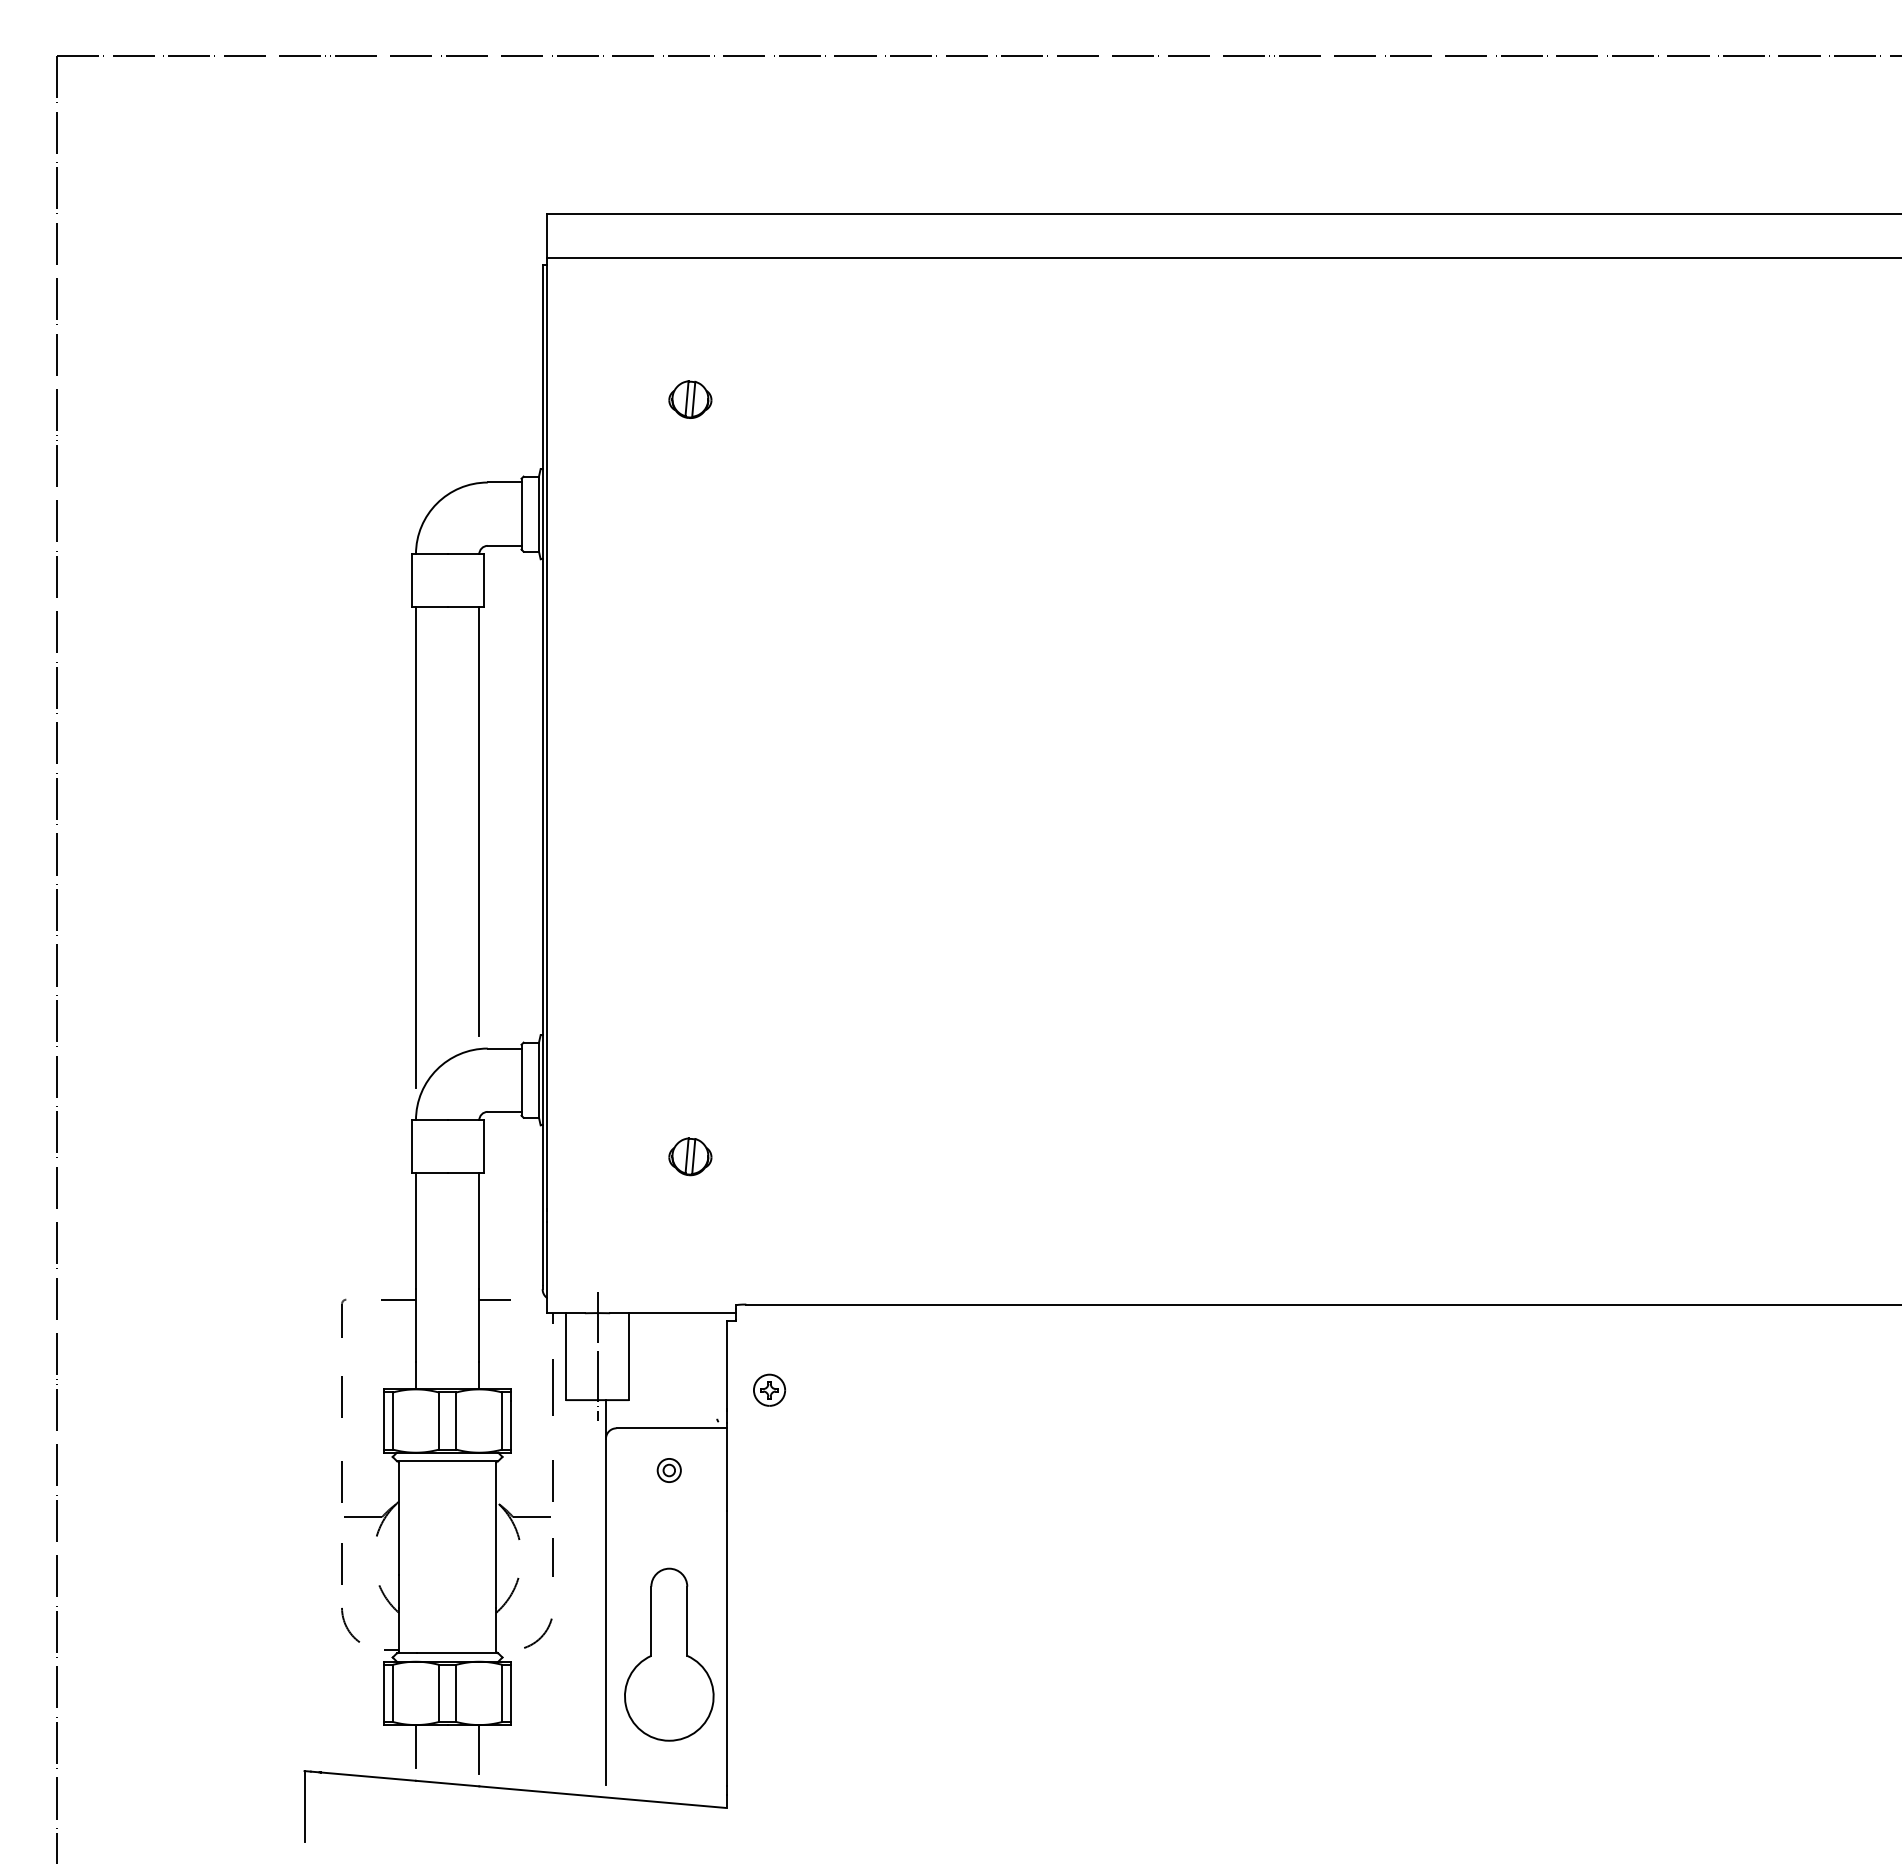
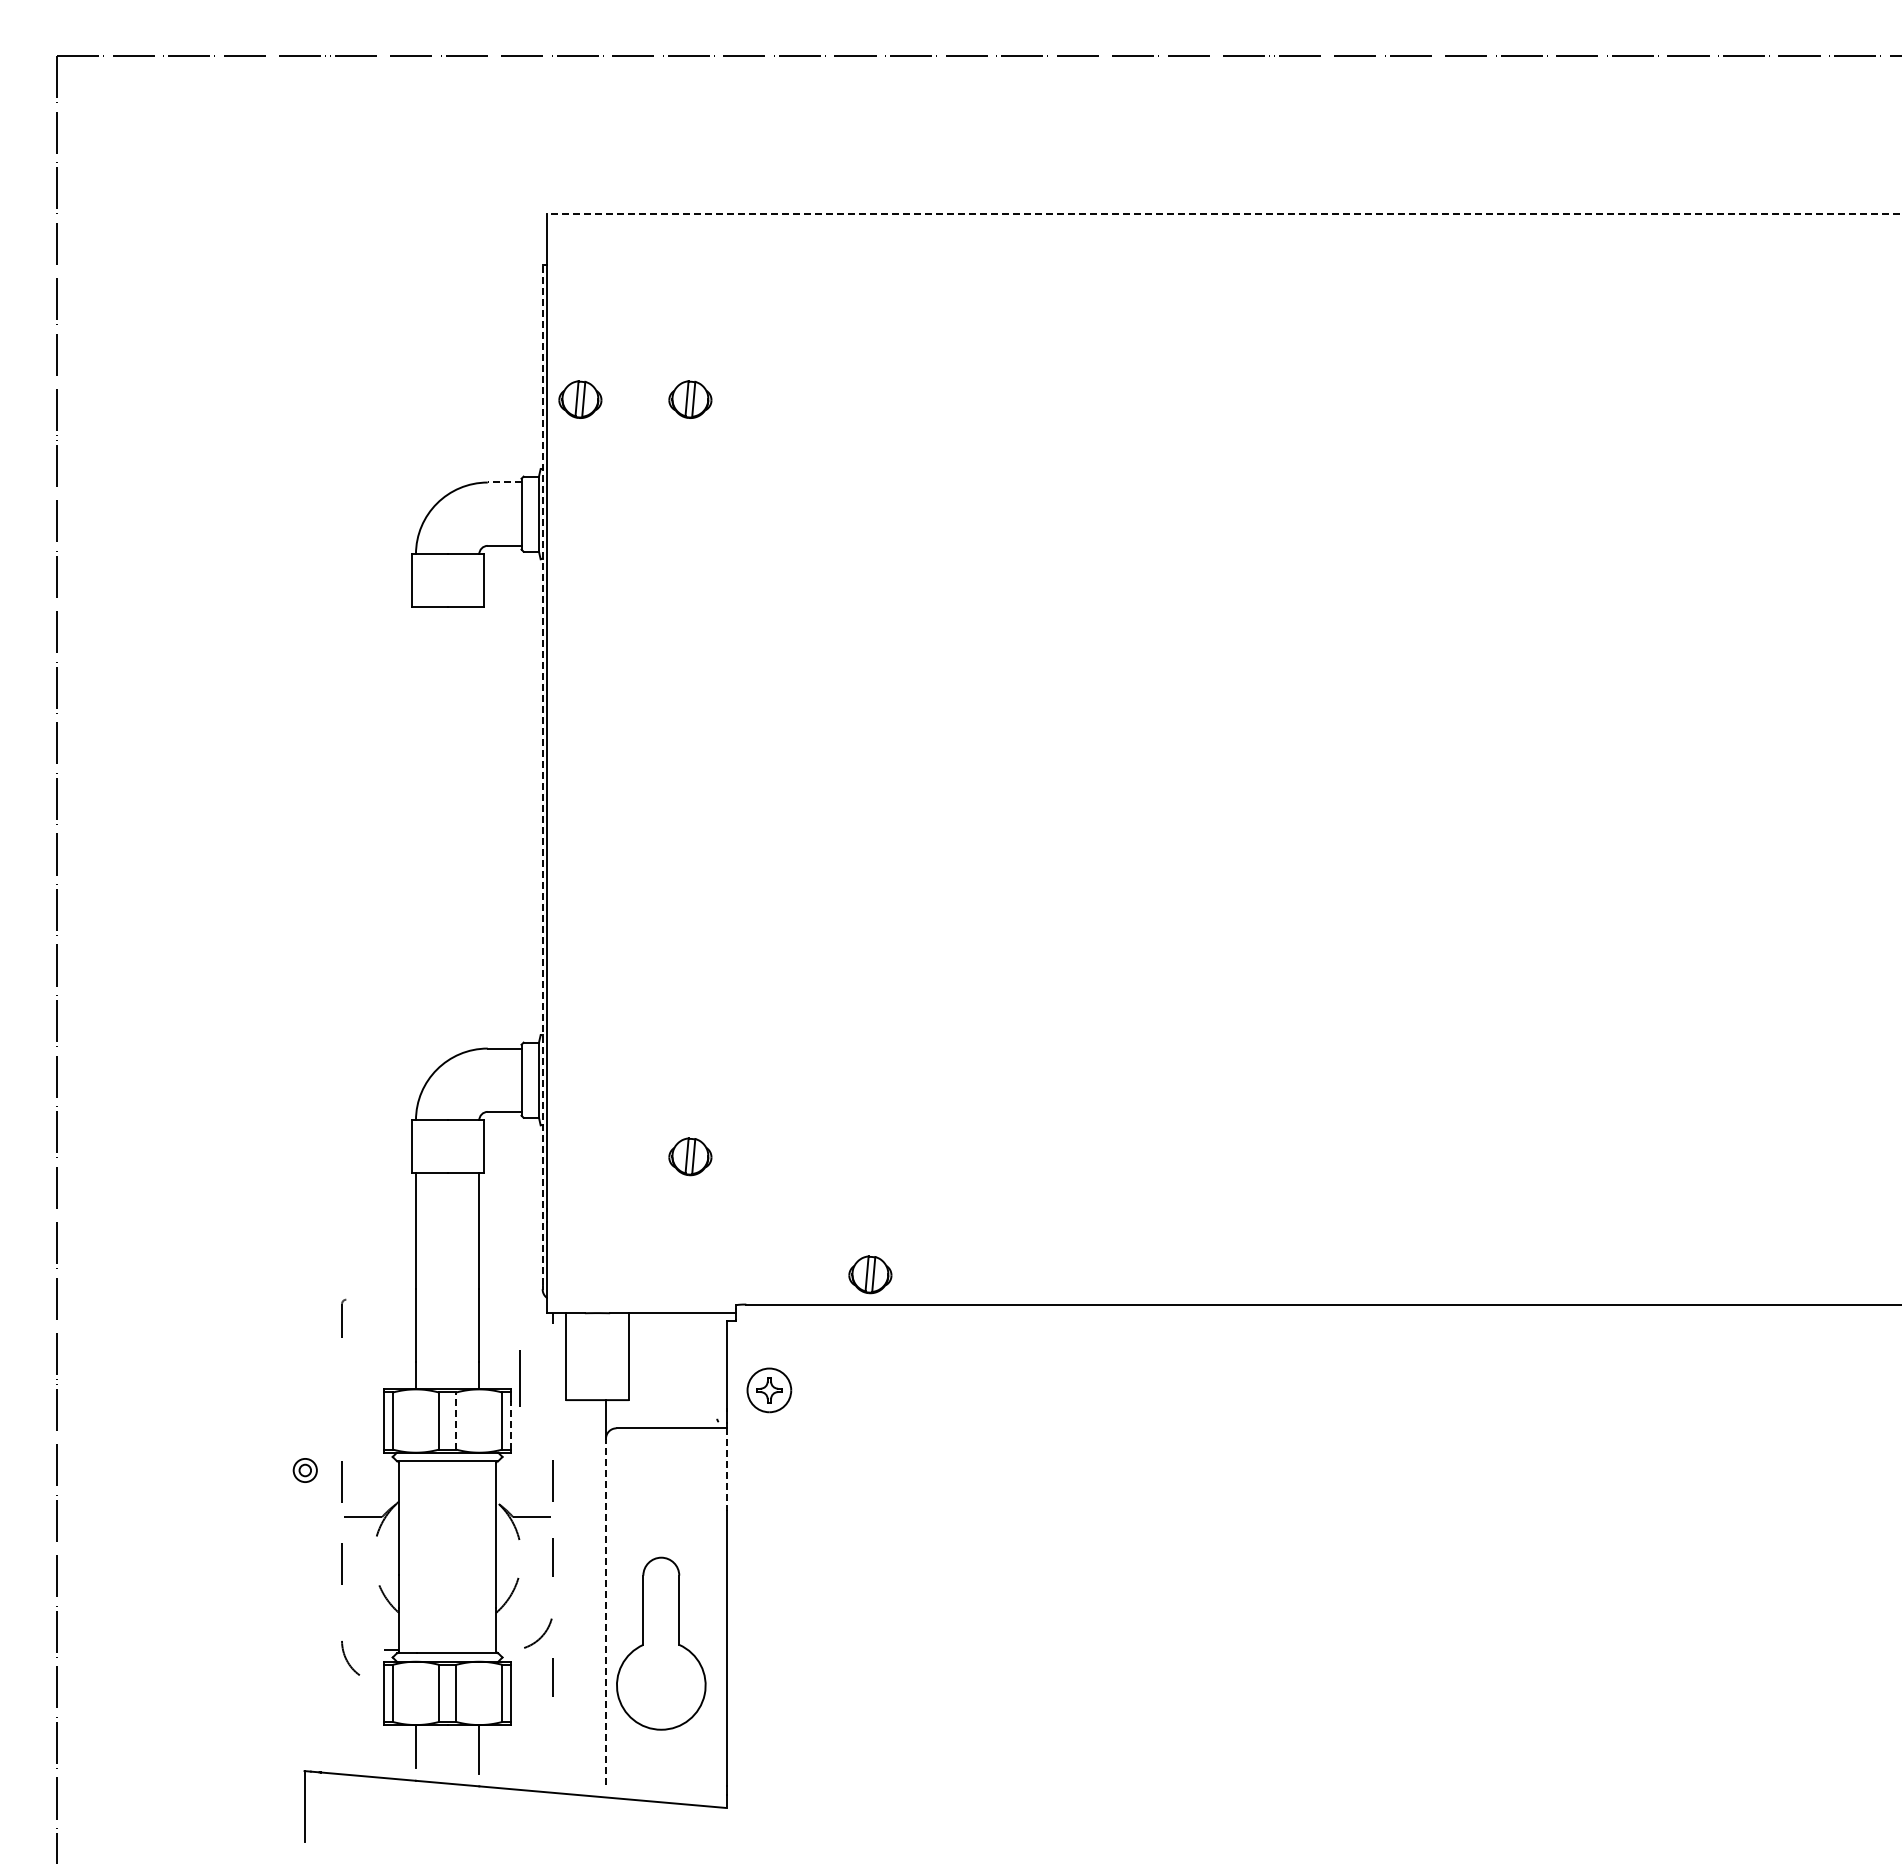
line at (1223, 214): solid -> dashed
line at (1222, 258): present -> none
part at (580, 399): none -> present
line at (504, 482): solid -> dashed
line at (542, 774): solid -> dashed
line at (479, 821): present -> none
line at (415, 847): present -> none
part at (870, 1274): none -> present
line at (397, 1299): present -> none
line at (494, 1299): present -> none
line at (597, 1356): present -> none
line at (552, 1387) position: (552, 1387) -> (519, 1378)
part at (769, 1389) size: 34x34 px -> 47x47 px
line at (342, 1394): present -> none
line at (456, 1421): solid -> dashed
line at (510, 1424): solid -> dashed
line at (727, 1469): solid -> dashed
part at (668, 1470) position: (668, 1470) -> (304, 1470)
line at (605, 1611): solid -> dashed
arc at (347, 1626) position: (347, 1626) -> (347, 1659)
part at (669, 1654) position: (669, 1654) -> (661, 1643)
line at (552, 1677): none -> present
